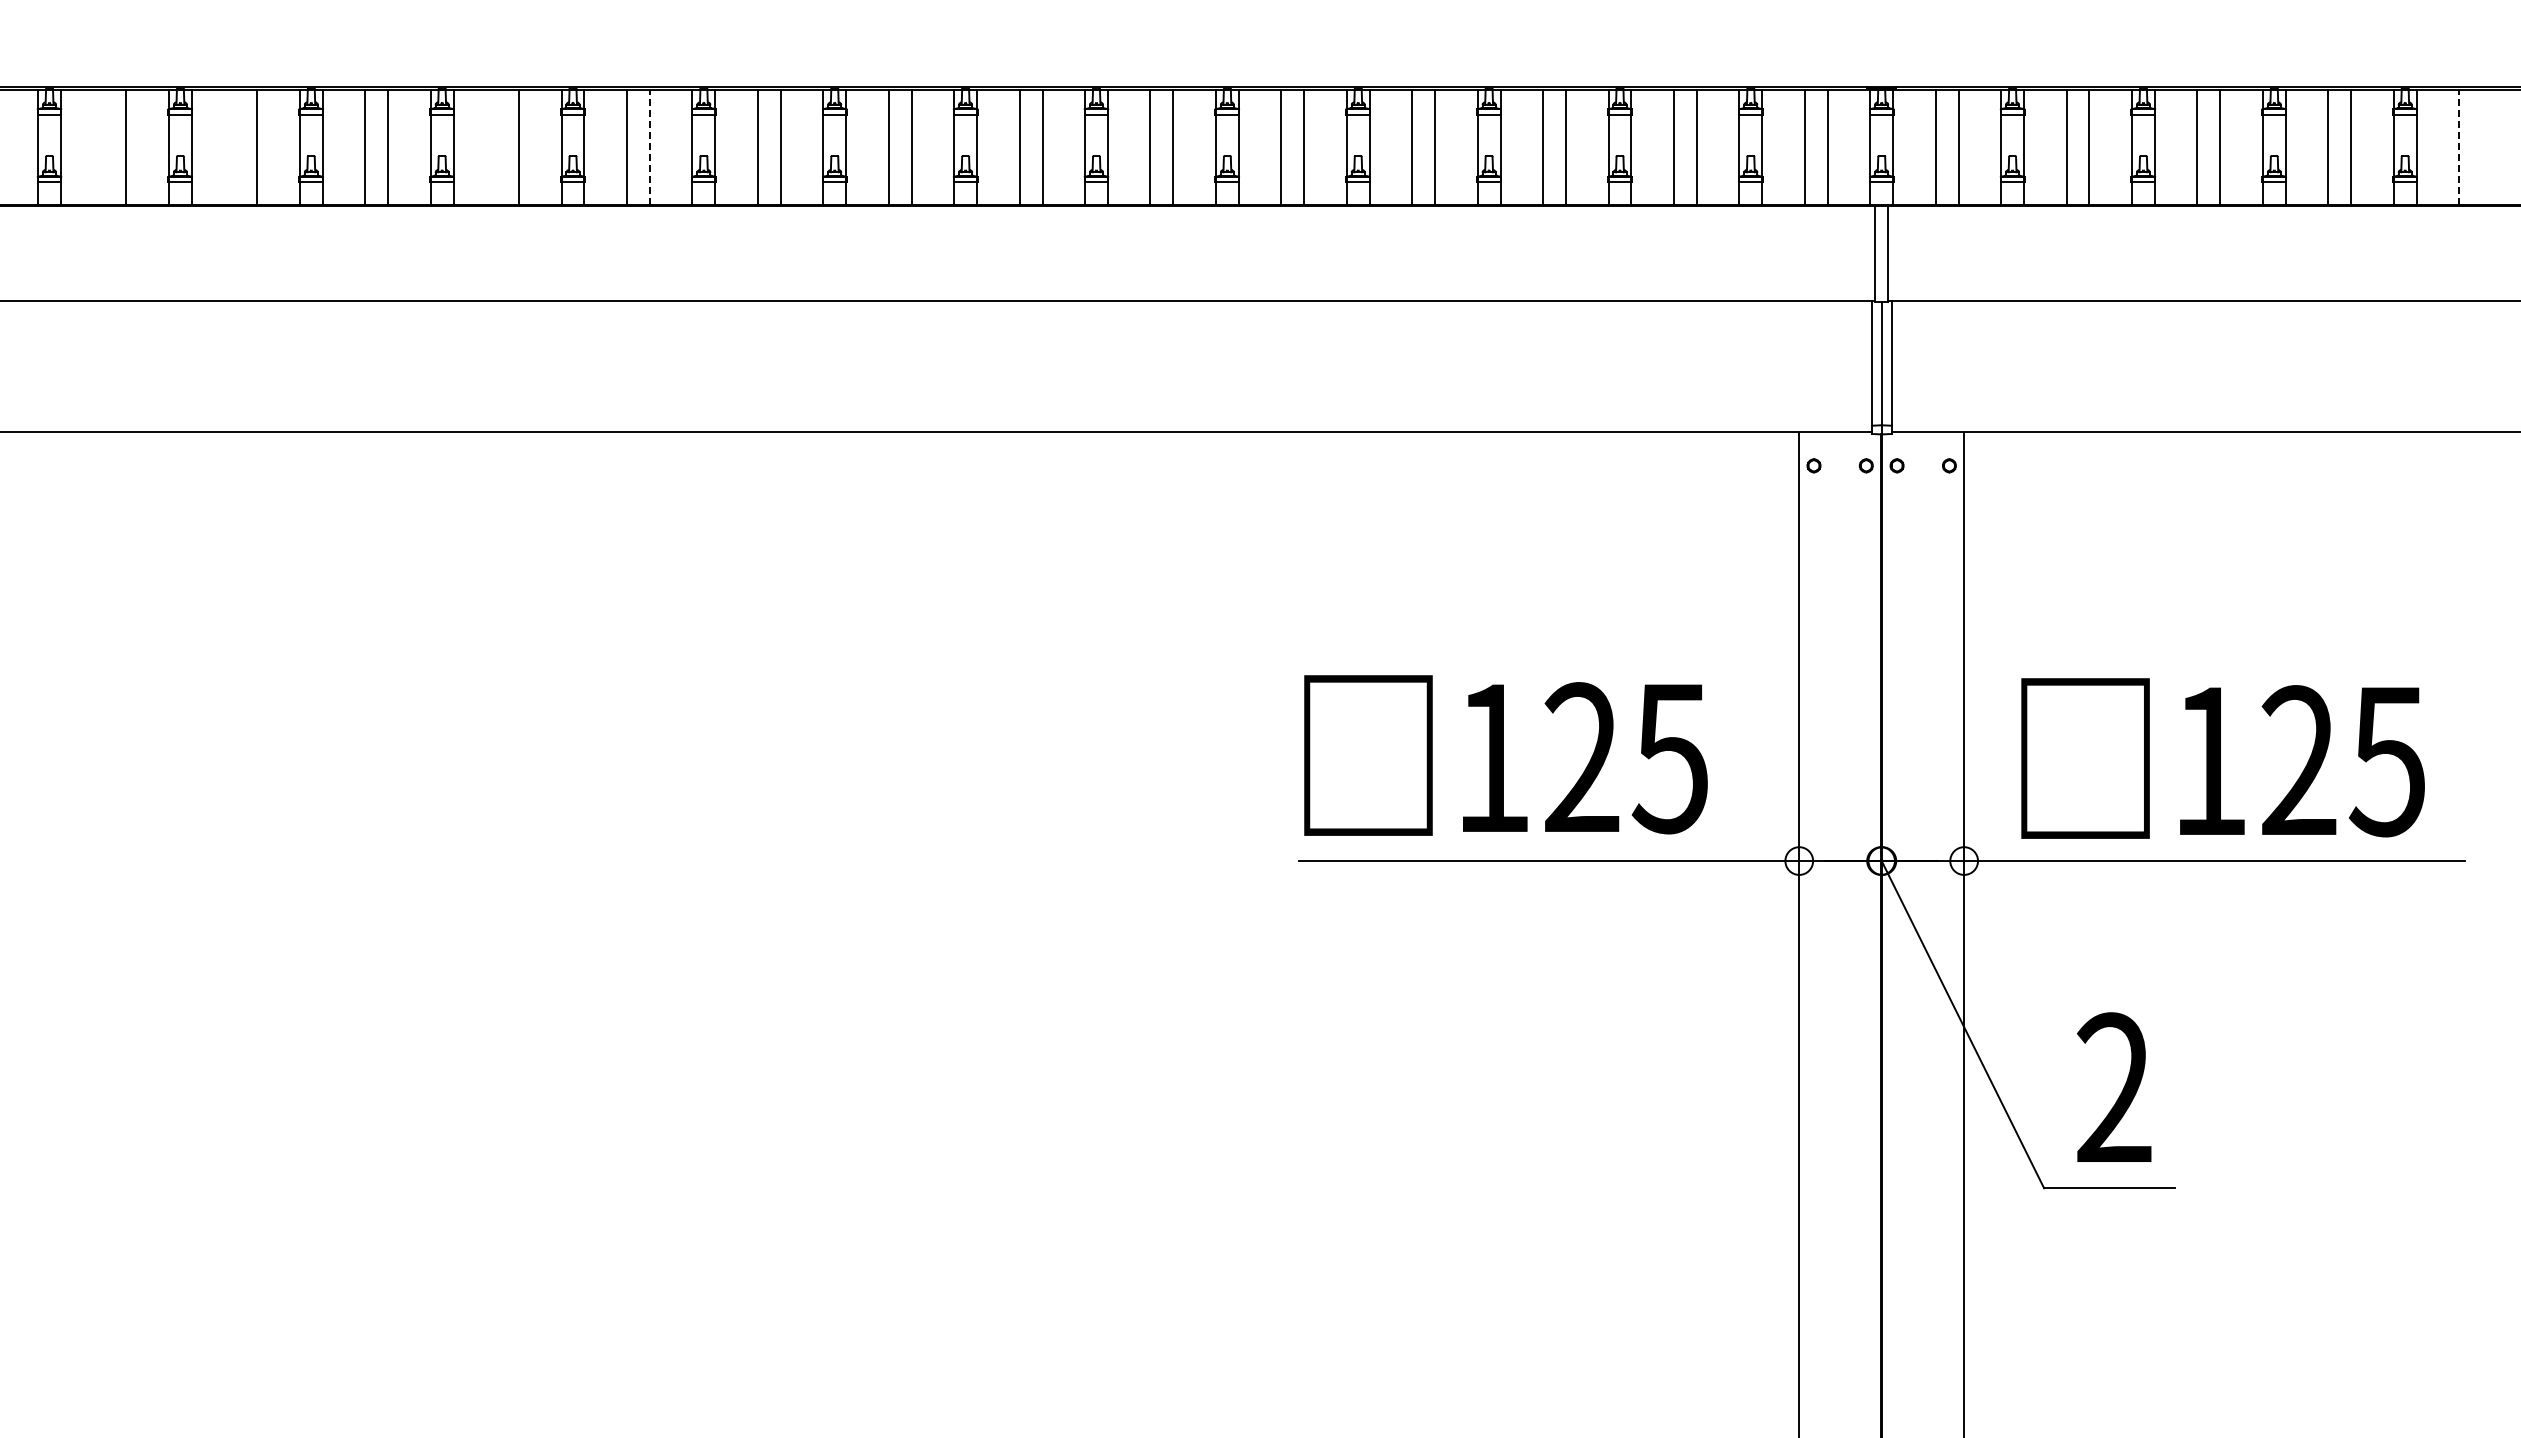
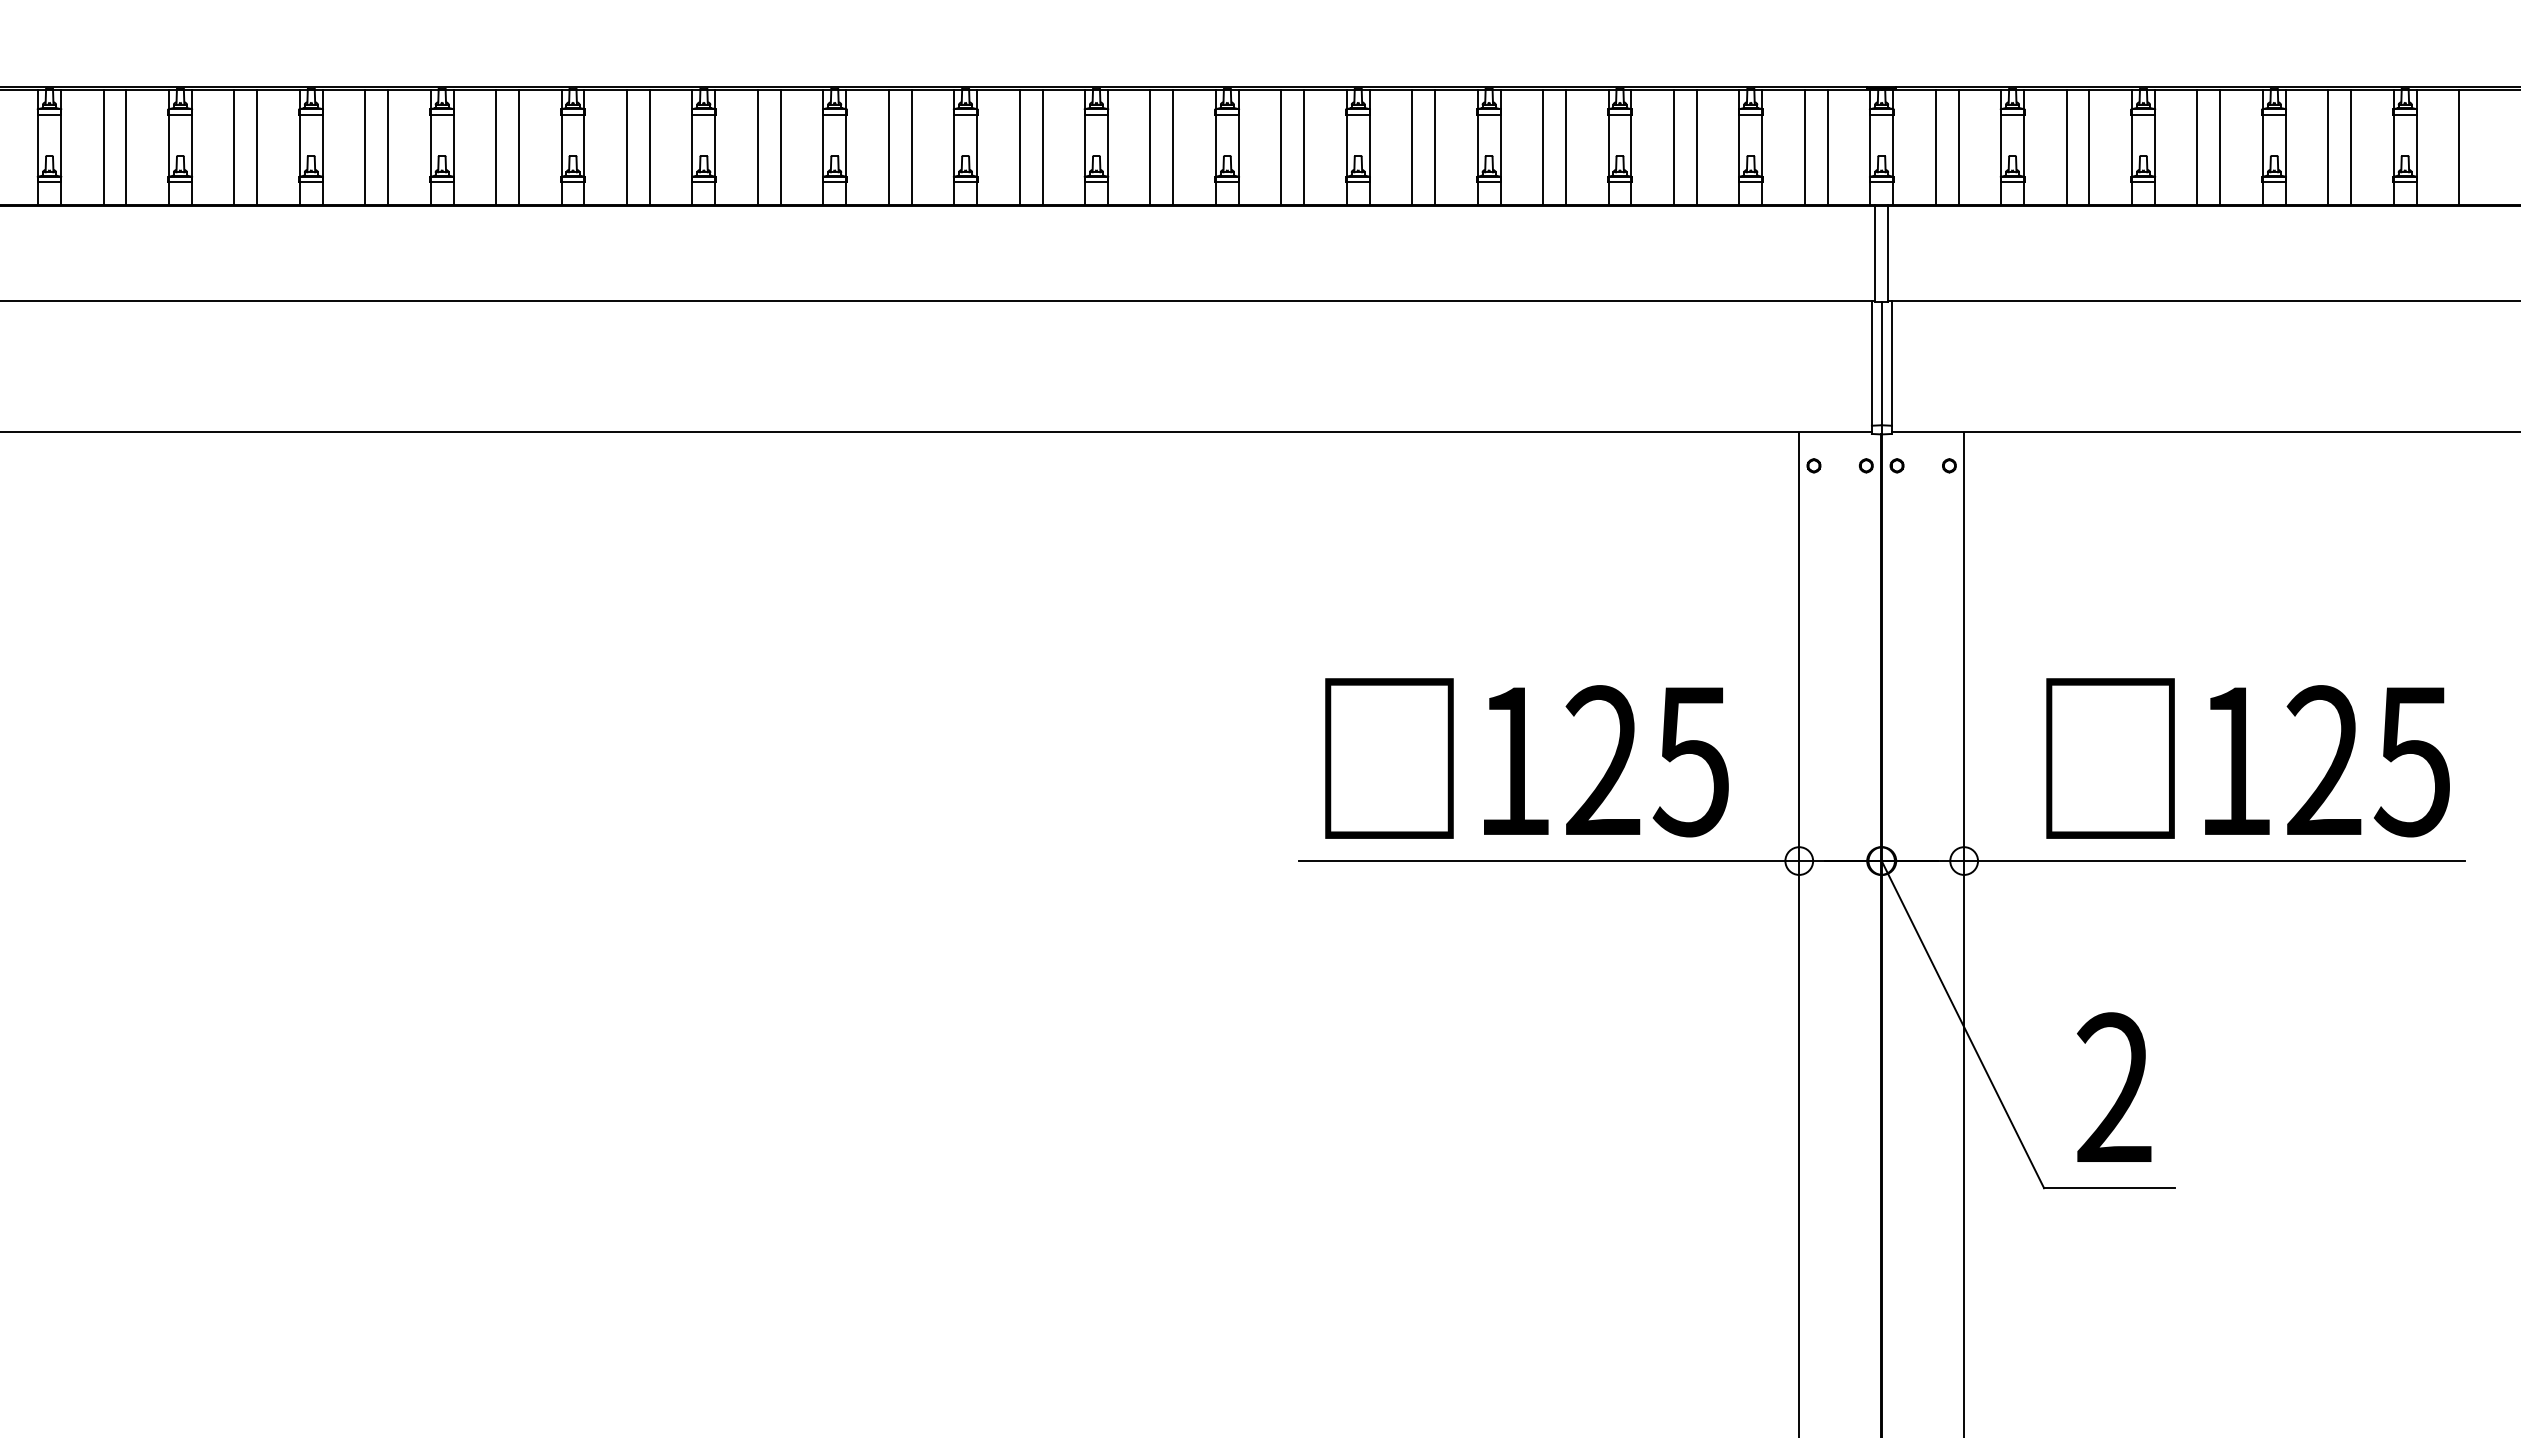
line at (103, 147): none -> present
line at (234, 147): none -> present
line at (496, 147): none -> present
line at (649, 147): dashed -> solid
line at (2459, 147): dashed -> solid
text at (1505, 755) position: (1505, 755) -> (1526, 758)
text at (2222, 758) position: (2222, 758) -> (2247, 758)
